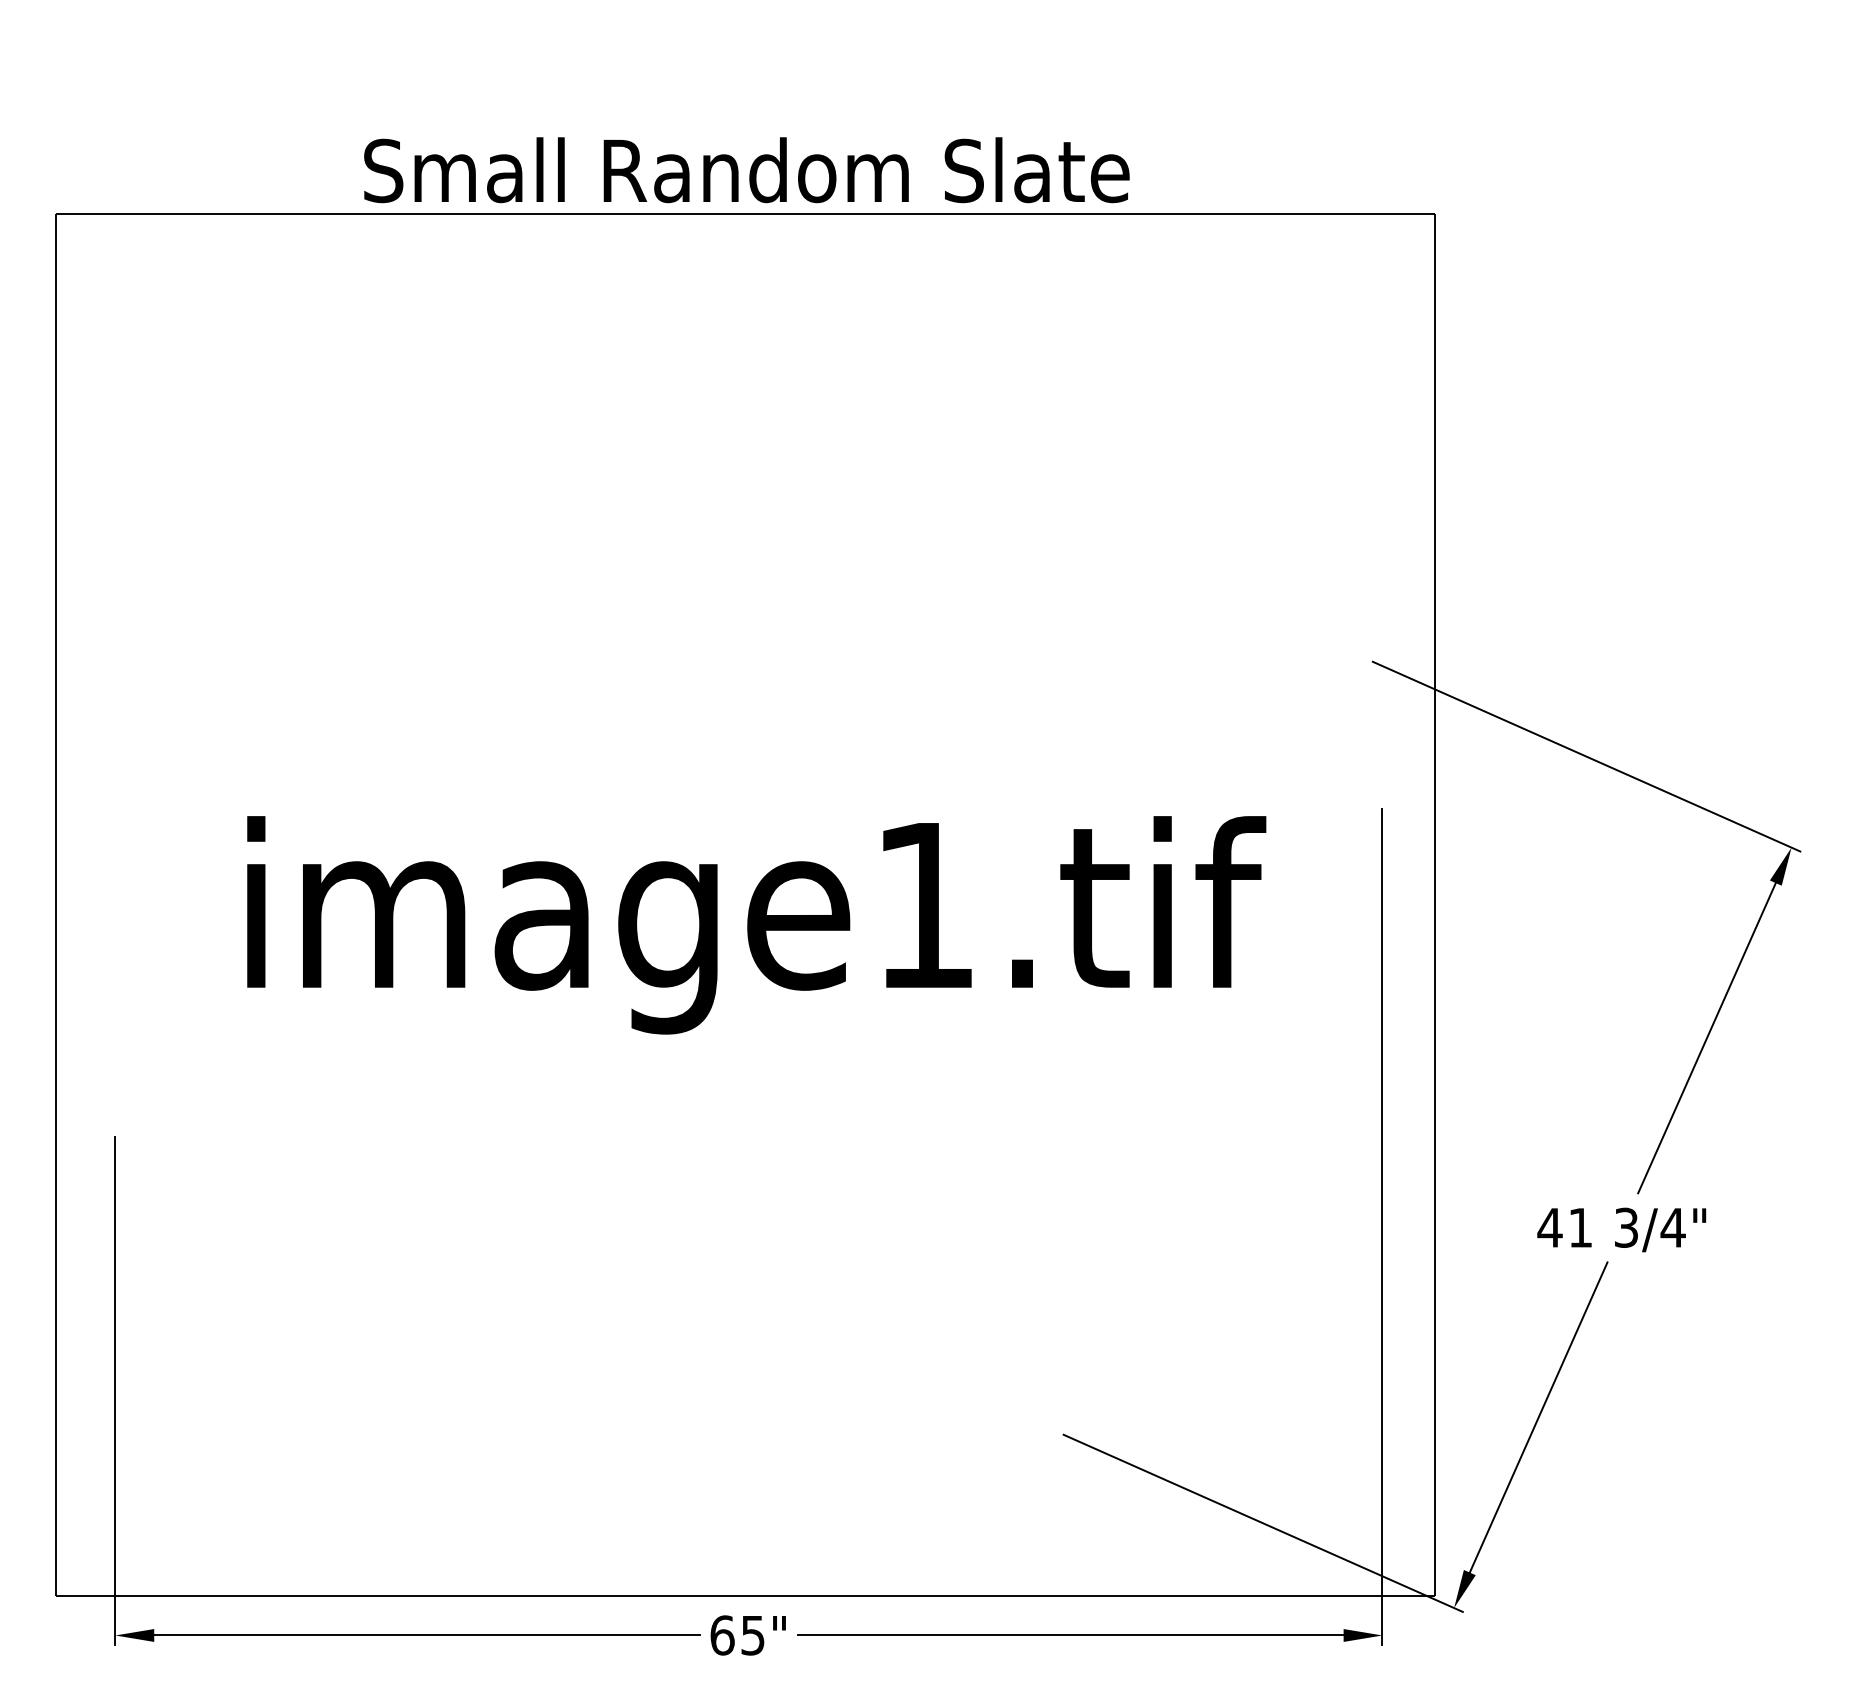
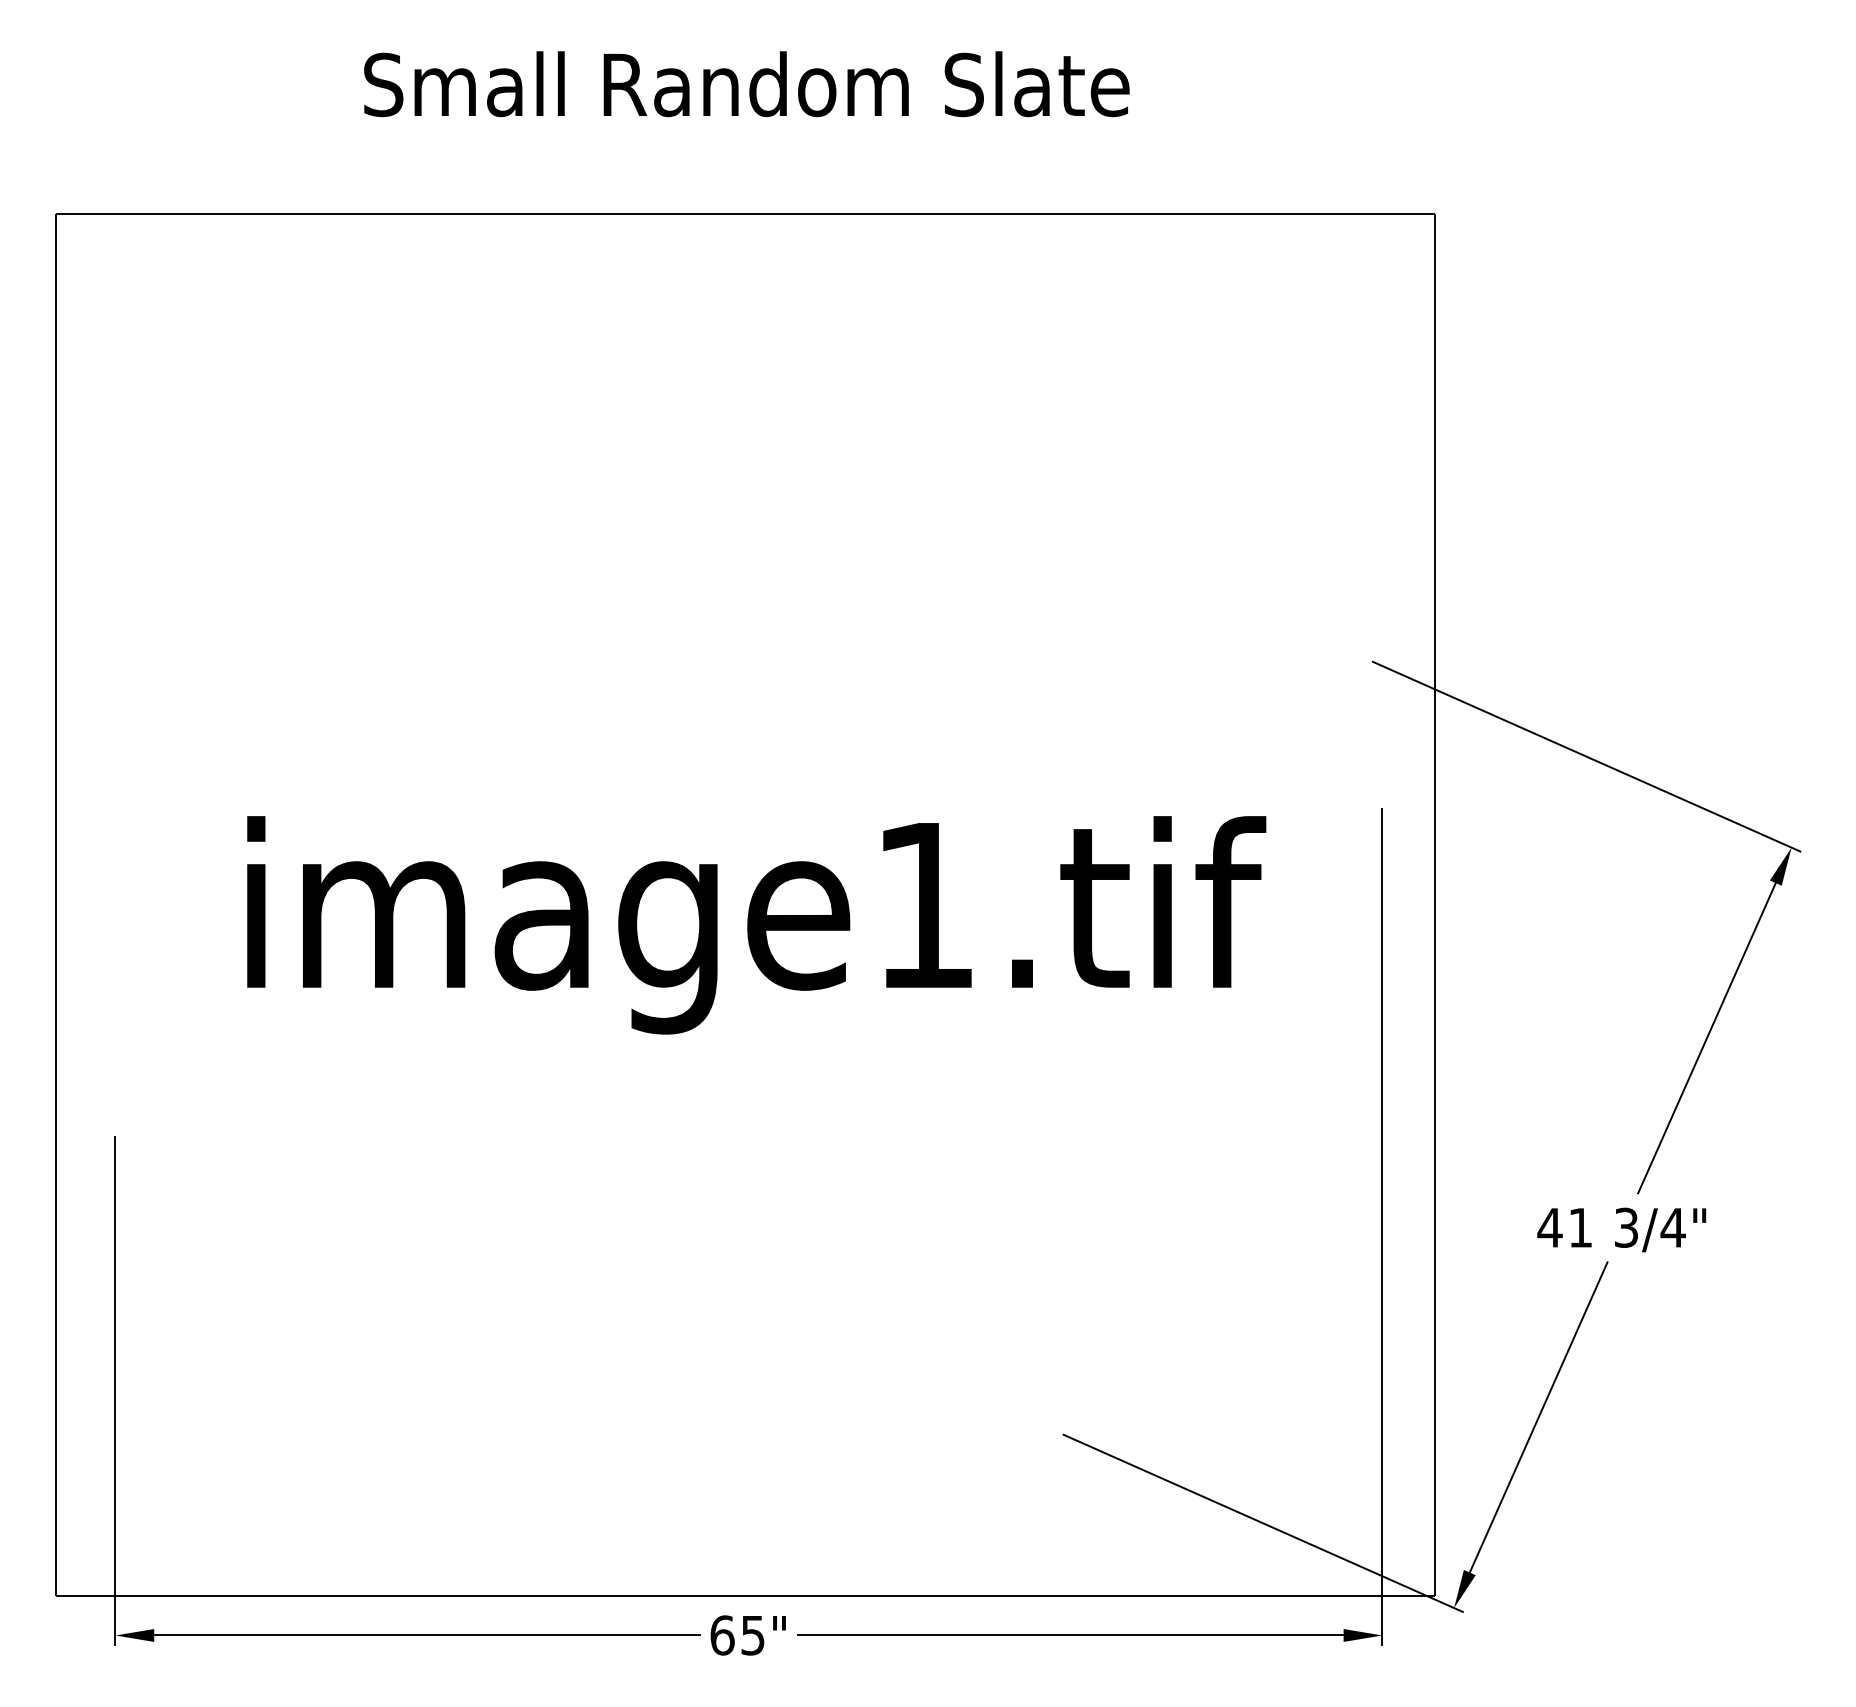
text at (746, 170) position: (746, 170) -> (746, 84)
